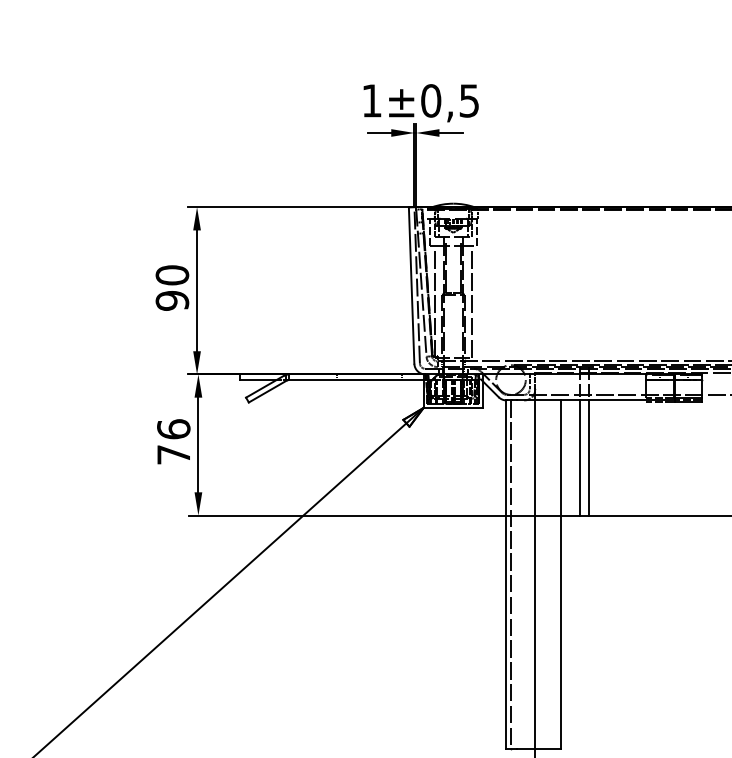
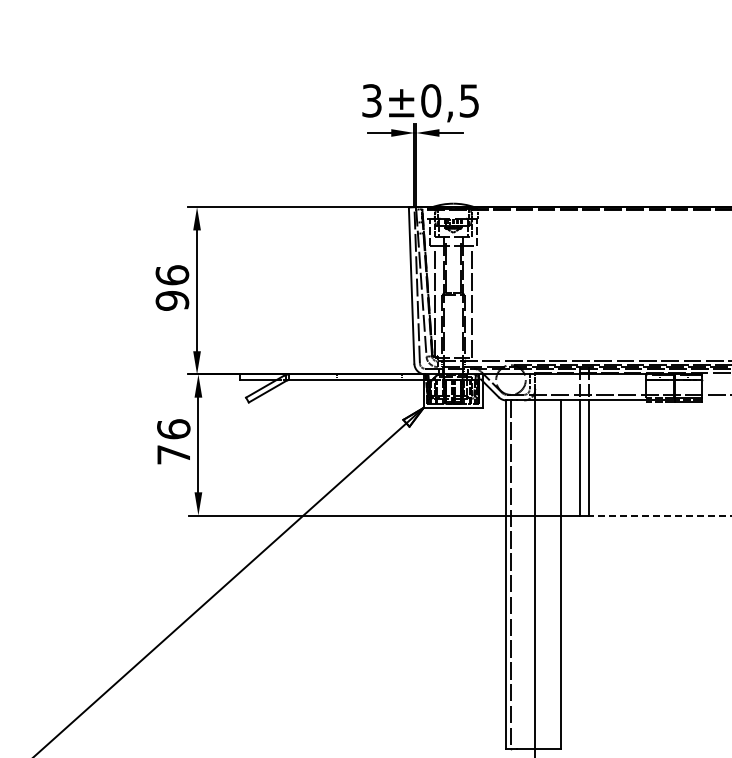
text at (371, 100): 1 -> 3
text at (172, 275): 90 -> 96
line at (660, 515): solid -> dashed
